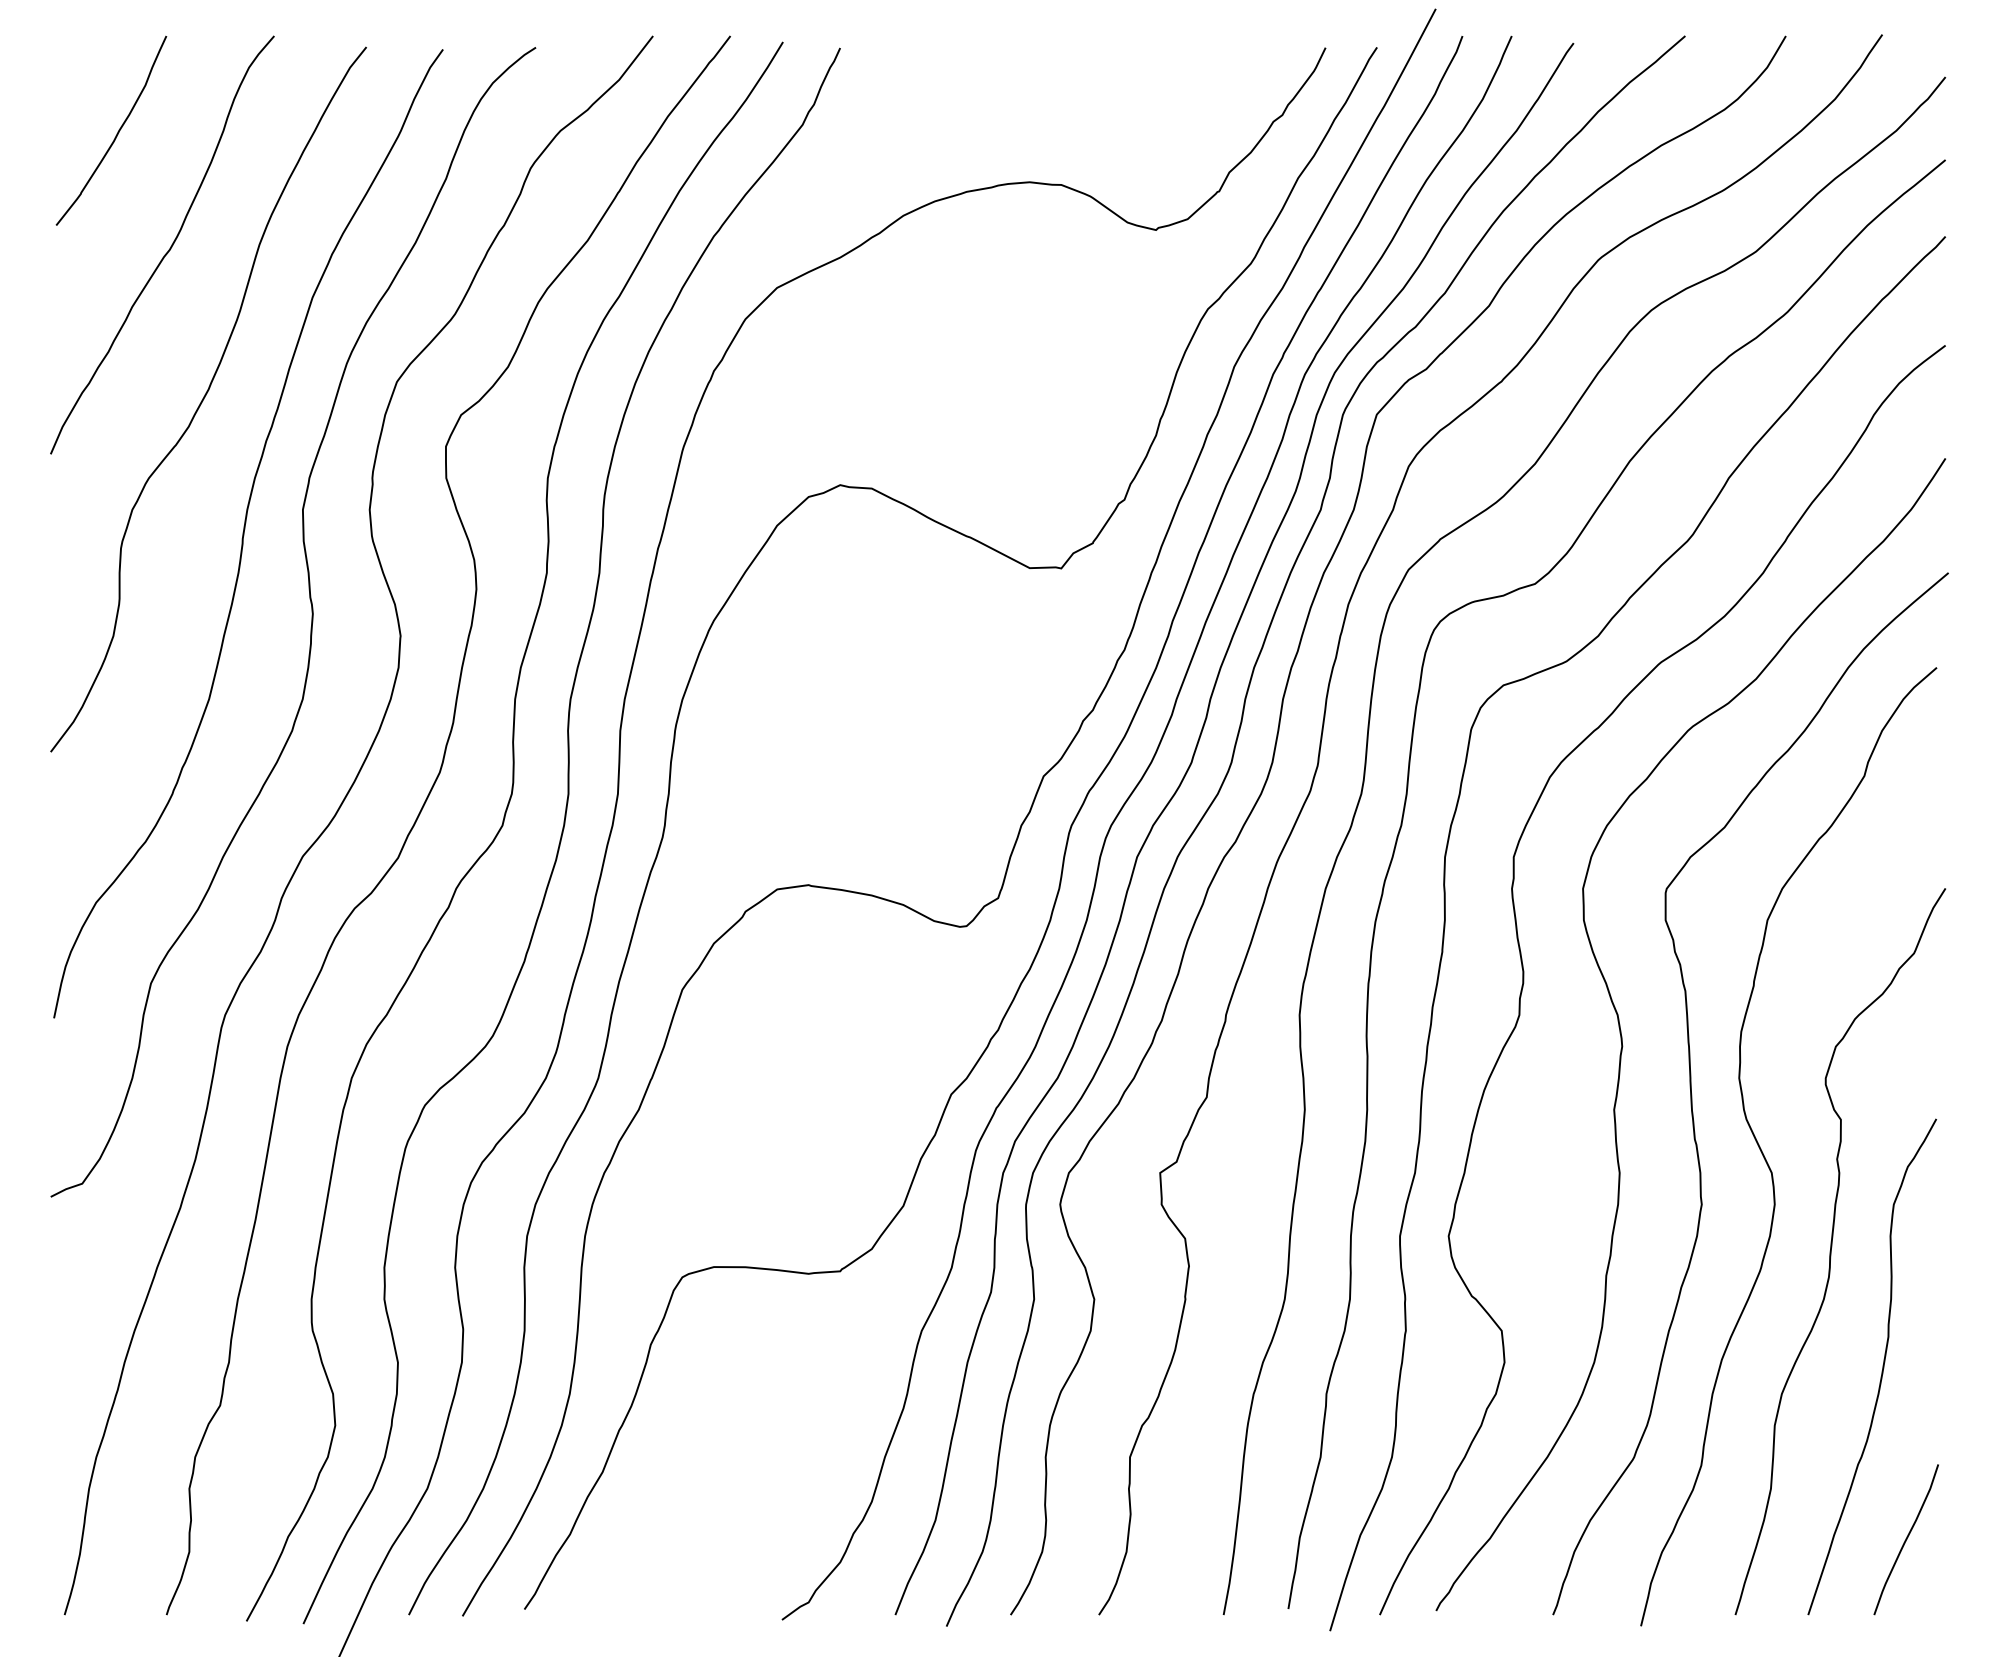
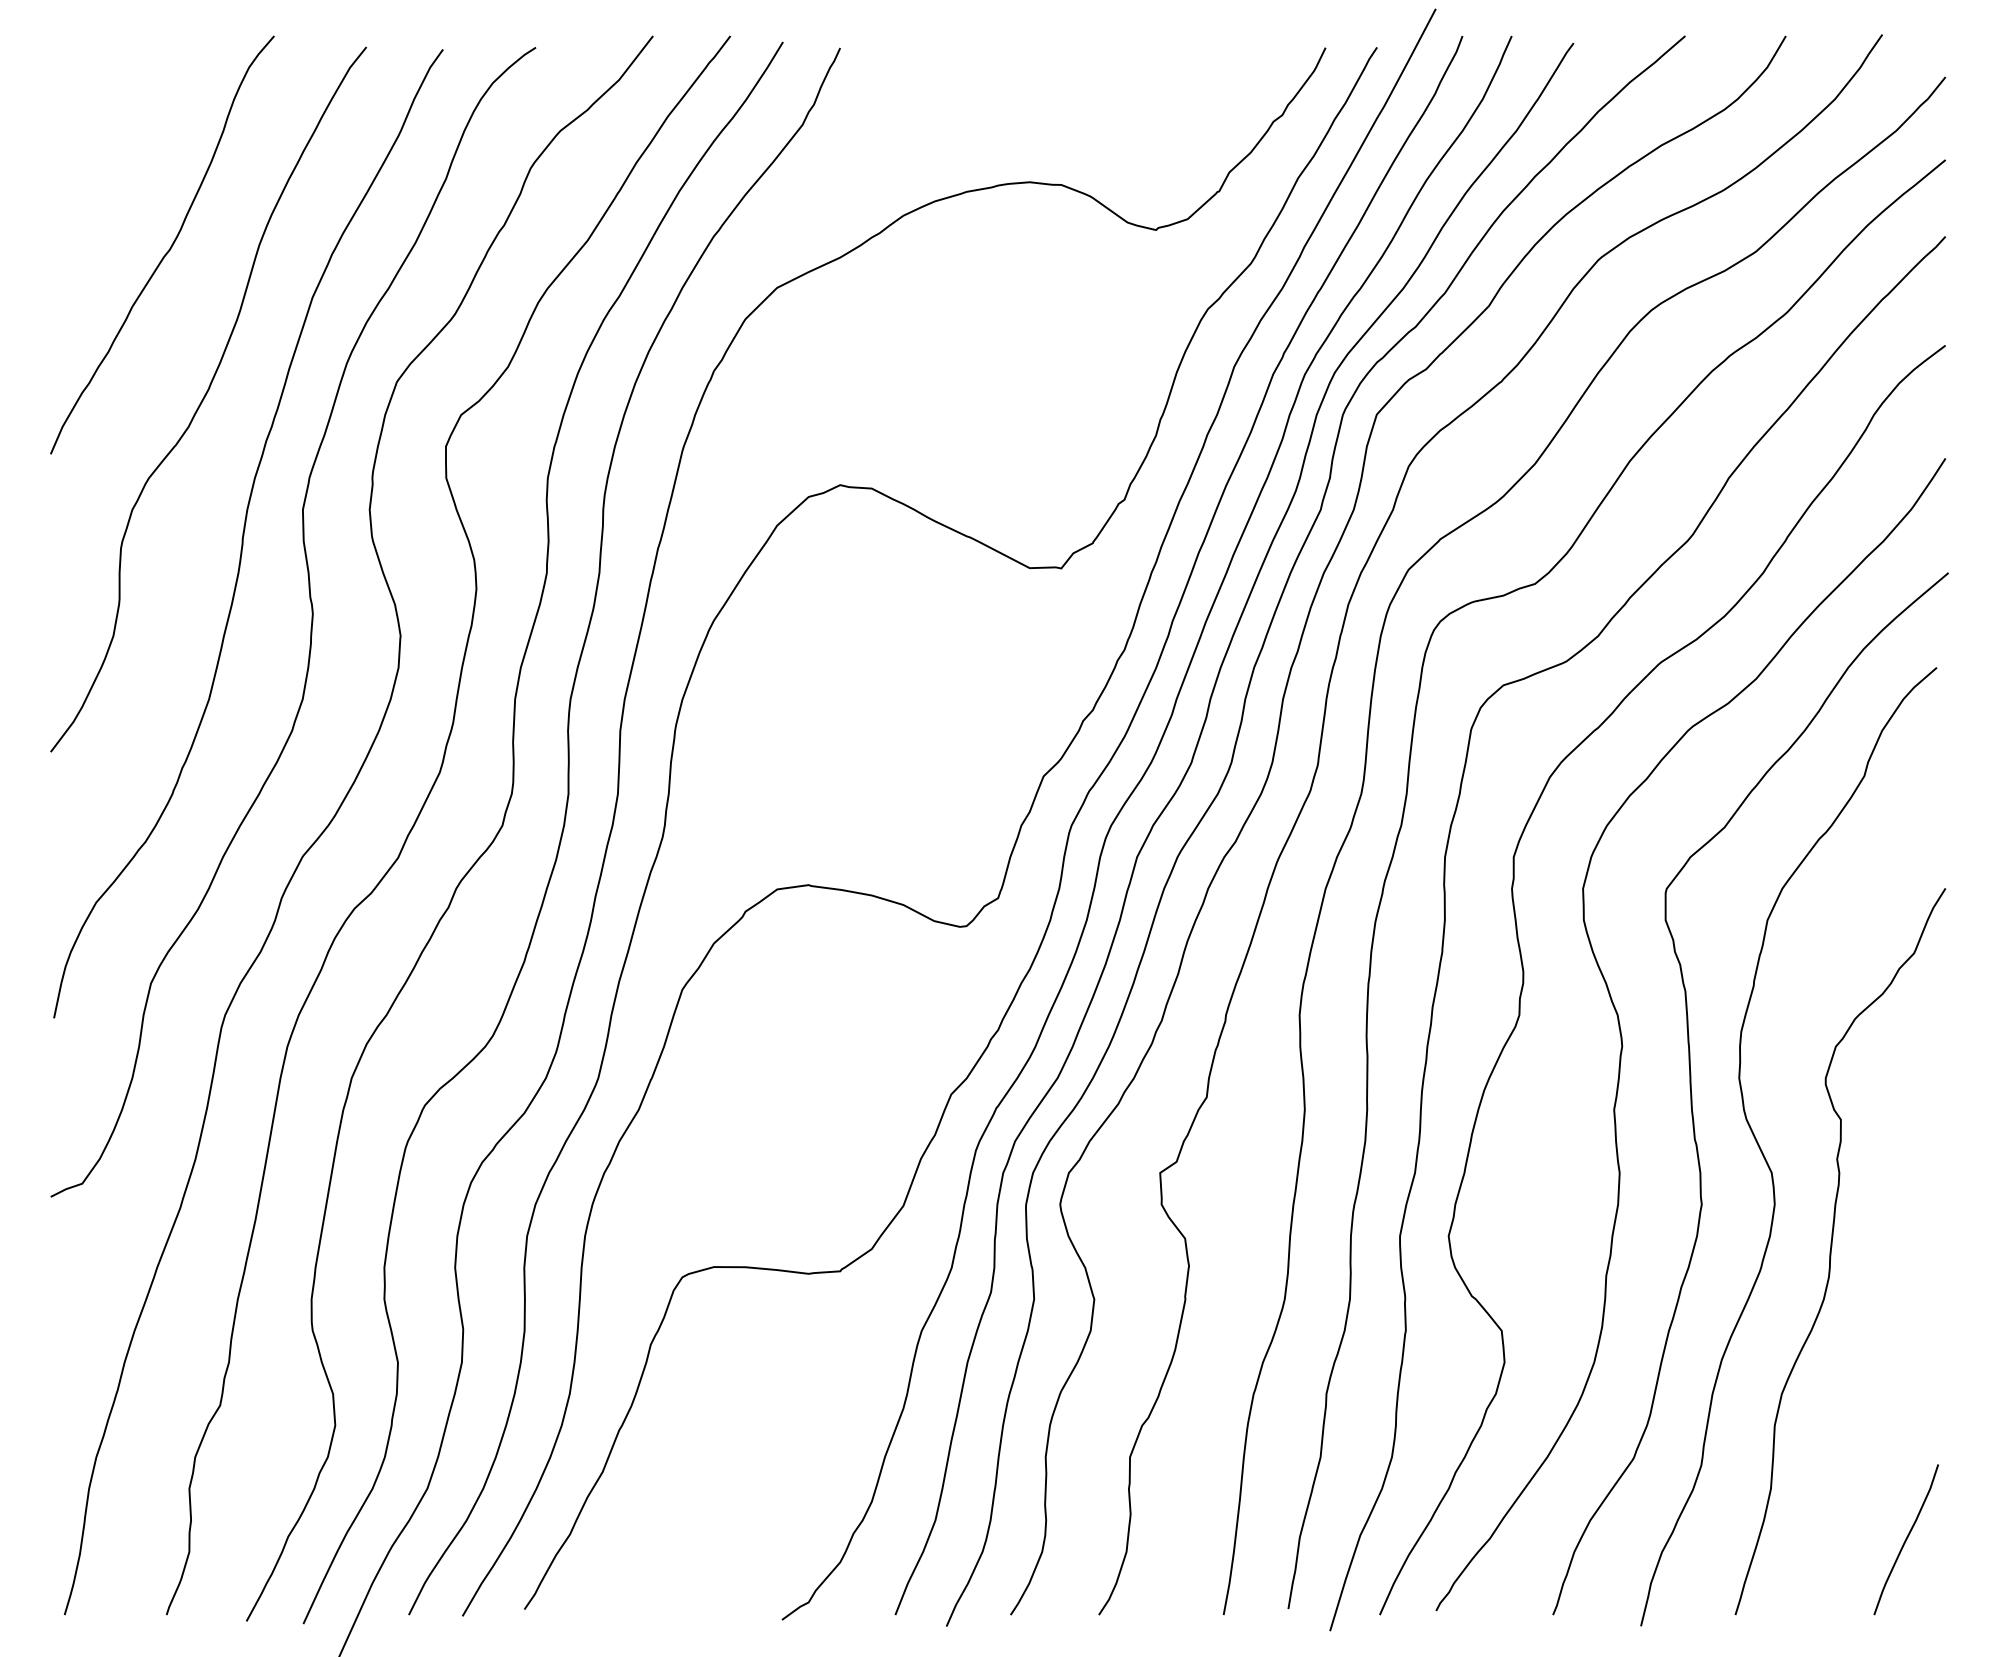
curve at (116, 133): present -> none
curve at (1882, 1366): present -> none
